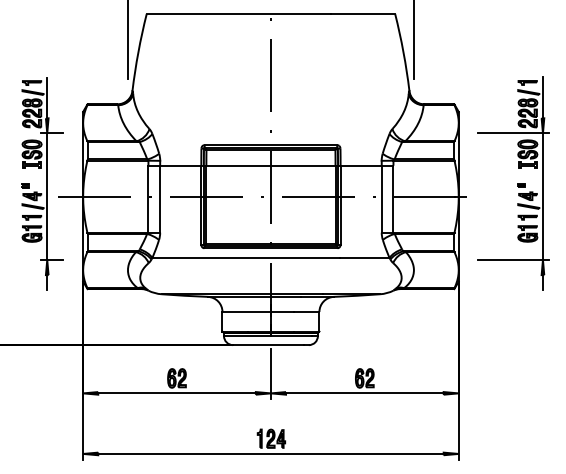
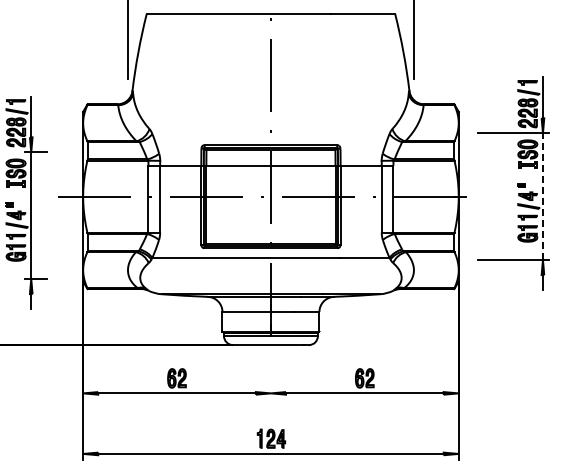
part at (42, 183) position: (42, 183) -> (26, 202)
line at (542, 196): solid -> dashed
line at (270, 373): present -> none
